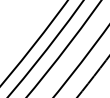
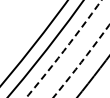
arc at (65, 49): solid -> dashed
arc at (82, 60): solid -> dashed
